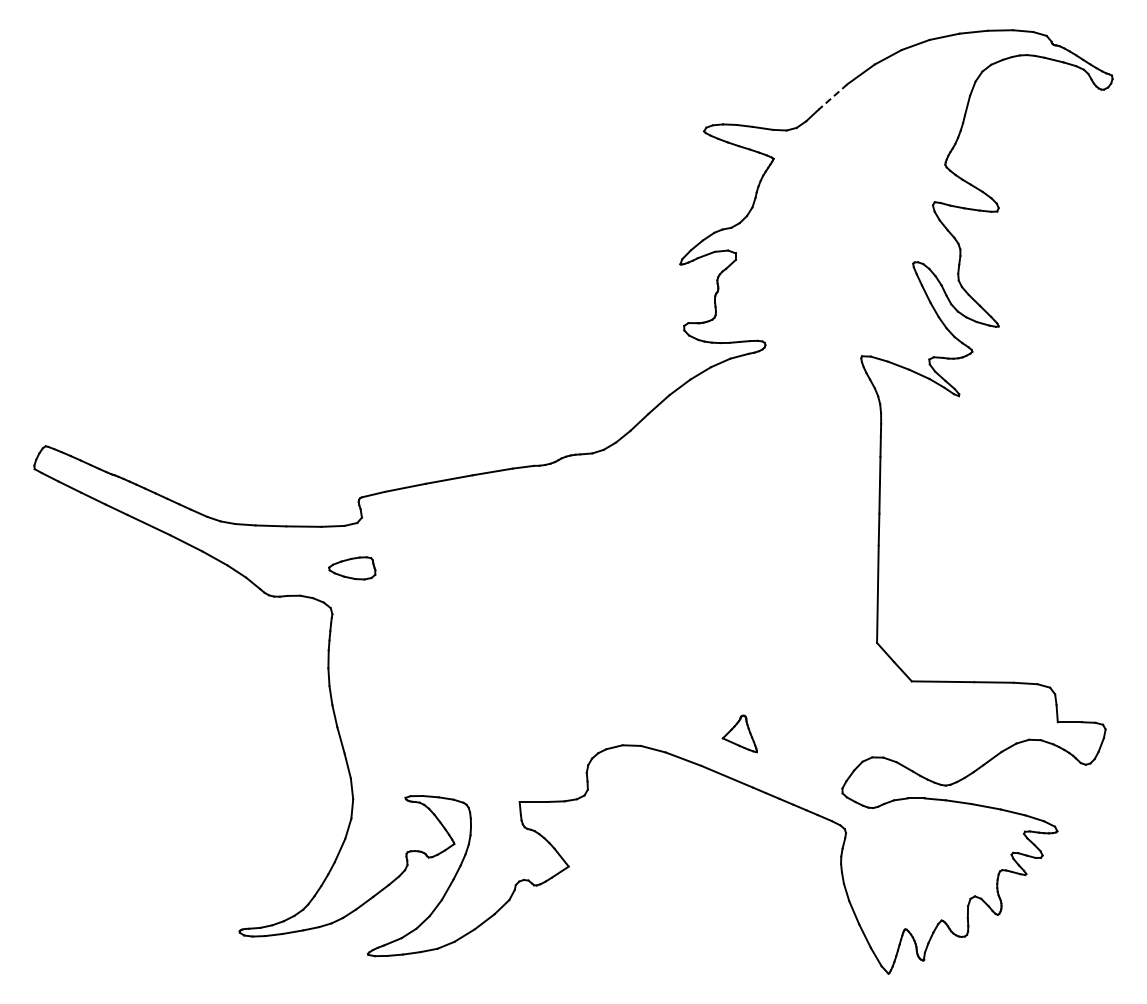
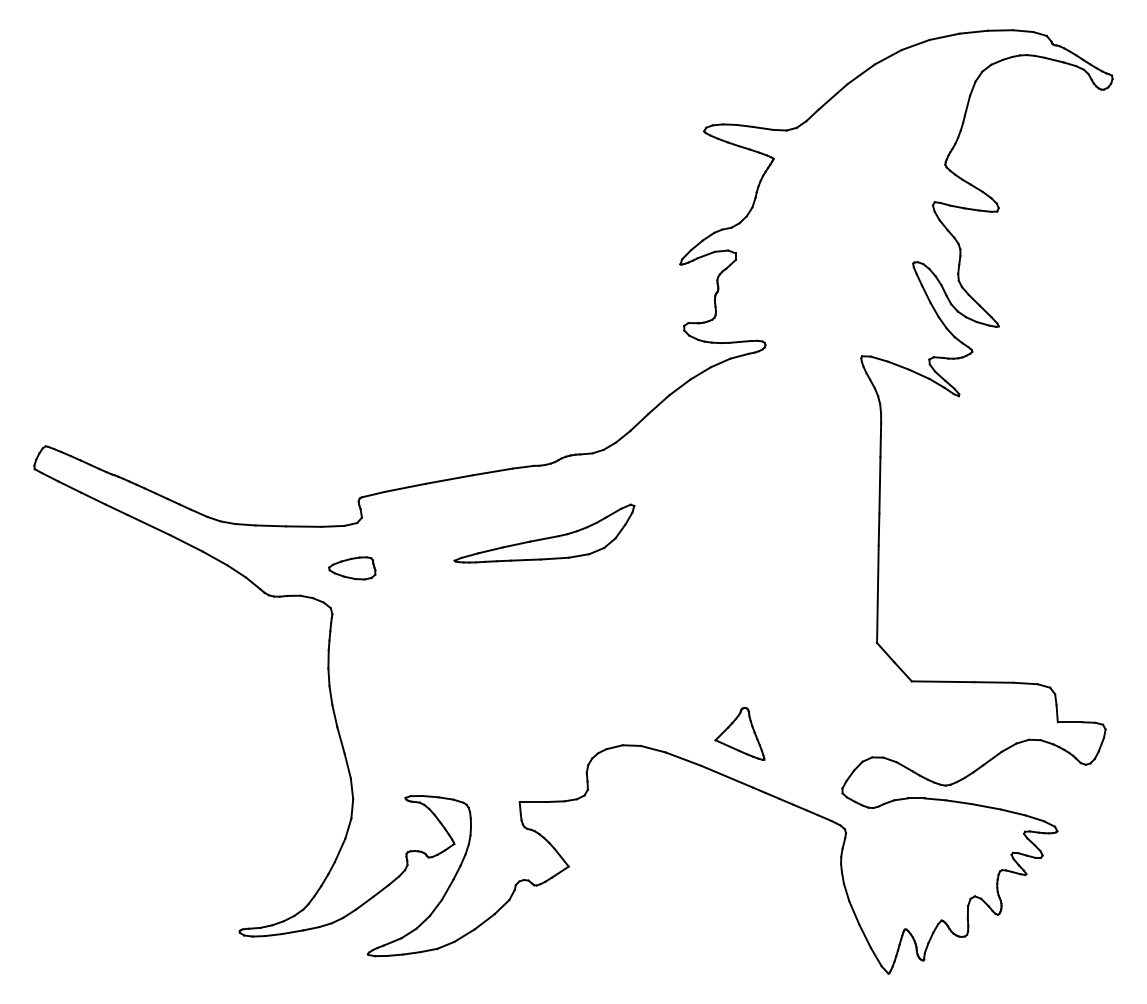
line at (832, 97): dashed -> solid
part at (544, 533): none -> present
part at (739, 733) size: 37x40 px -> 52x54 px
